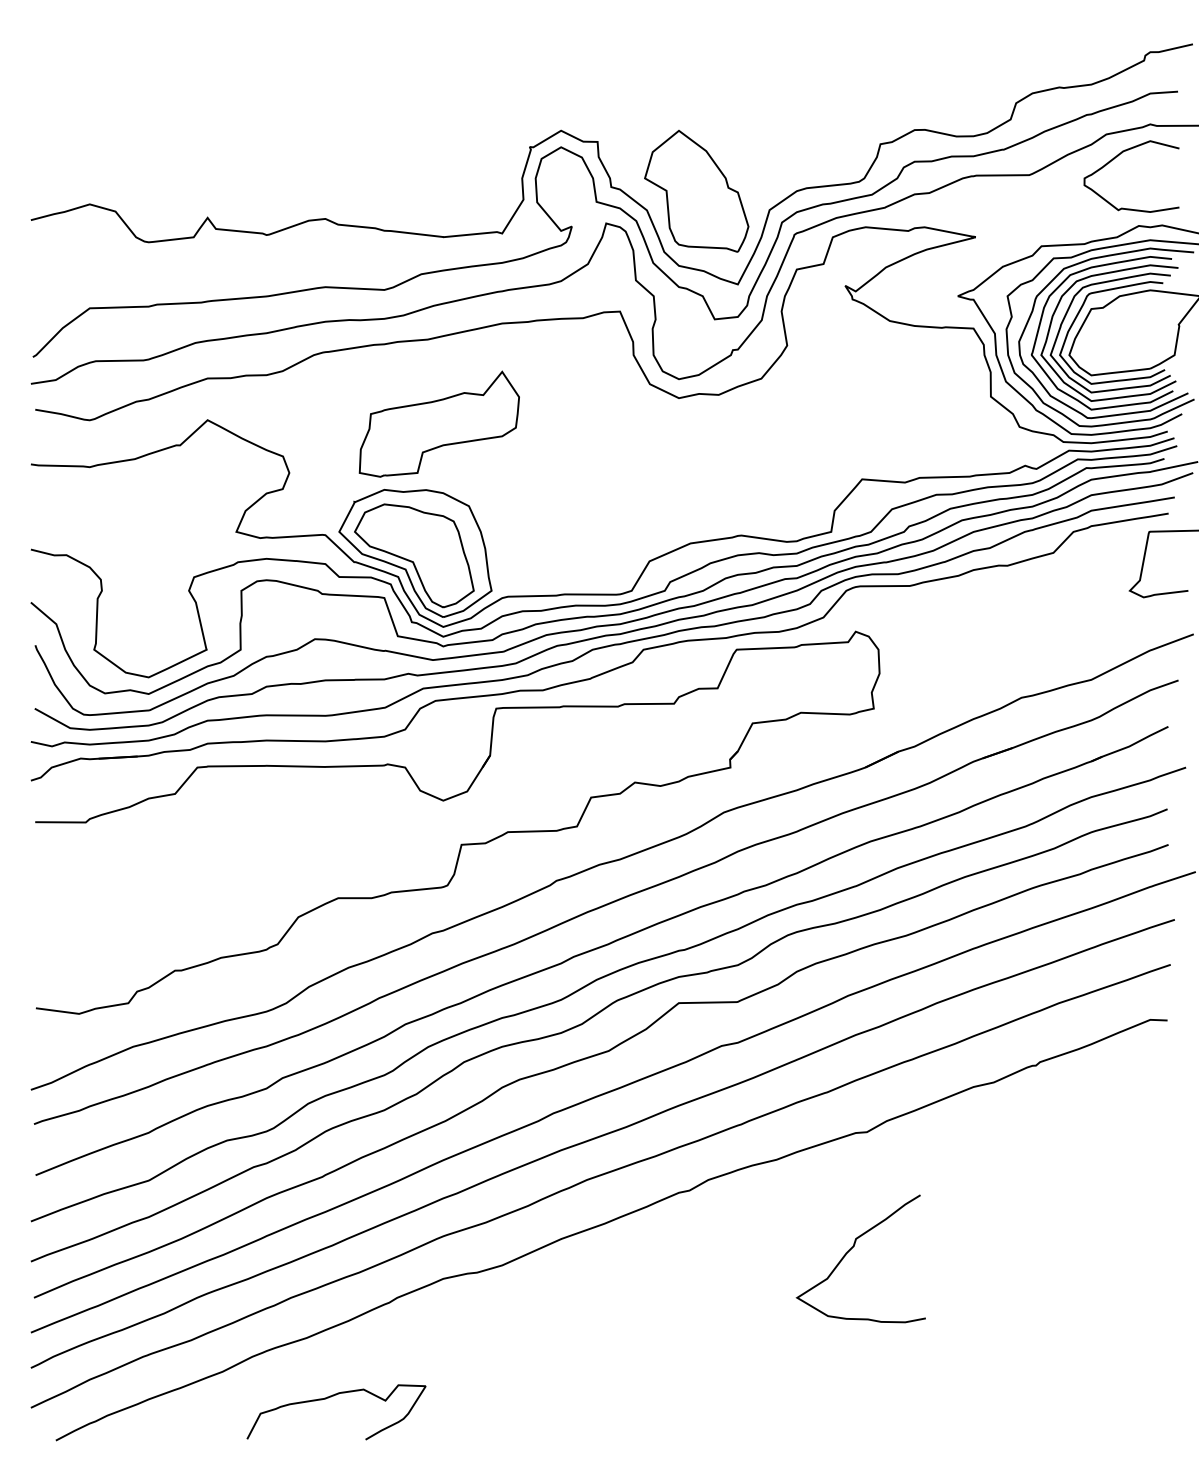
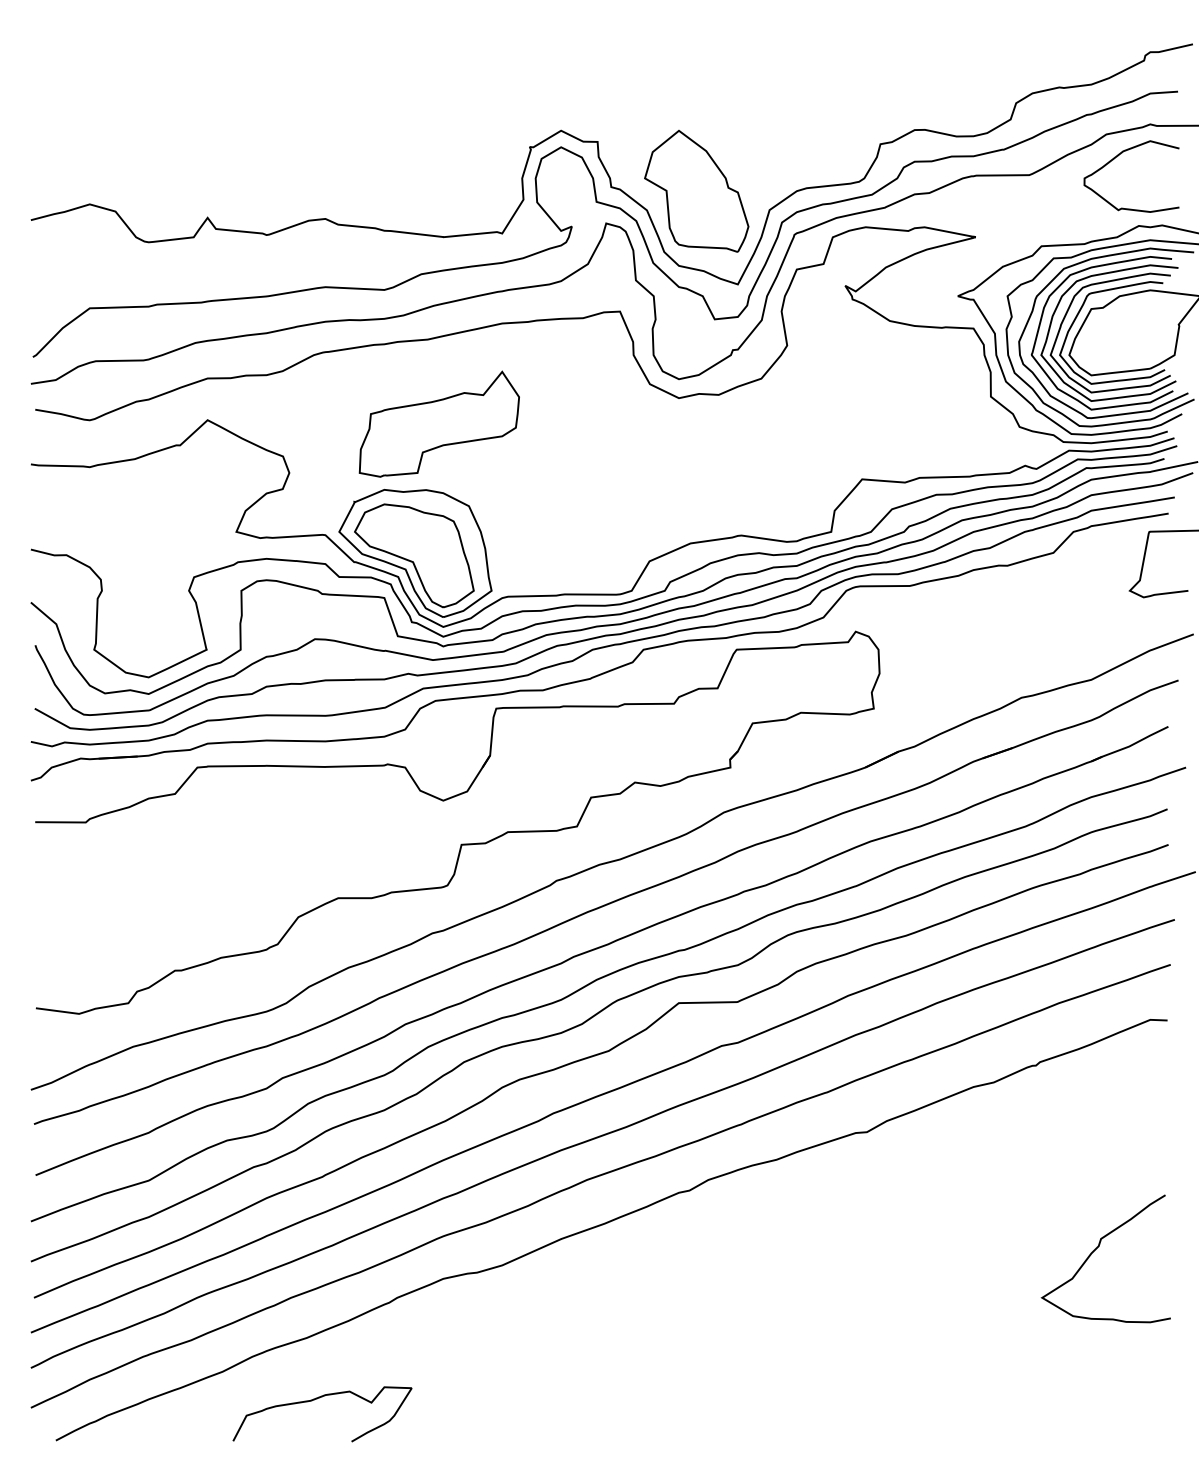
curve at (851, 1249) position: (851, 1249) -> (1096, 1249)
curve at (331, 1397) position: (331, 1397) -> (317, 1399)
